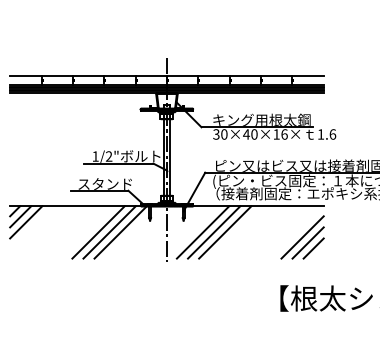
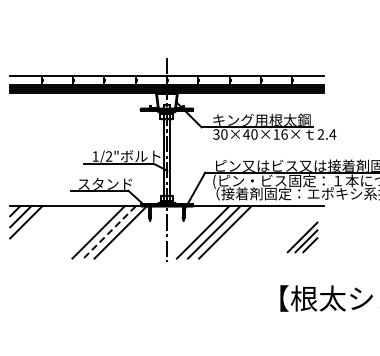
text at (326, 134): 1.6 -> 2.4
line at (109, 232): solid -> dashed
part at (302, 237) size: 45x45 px -> 33x33 px
